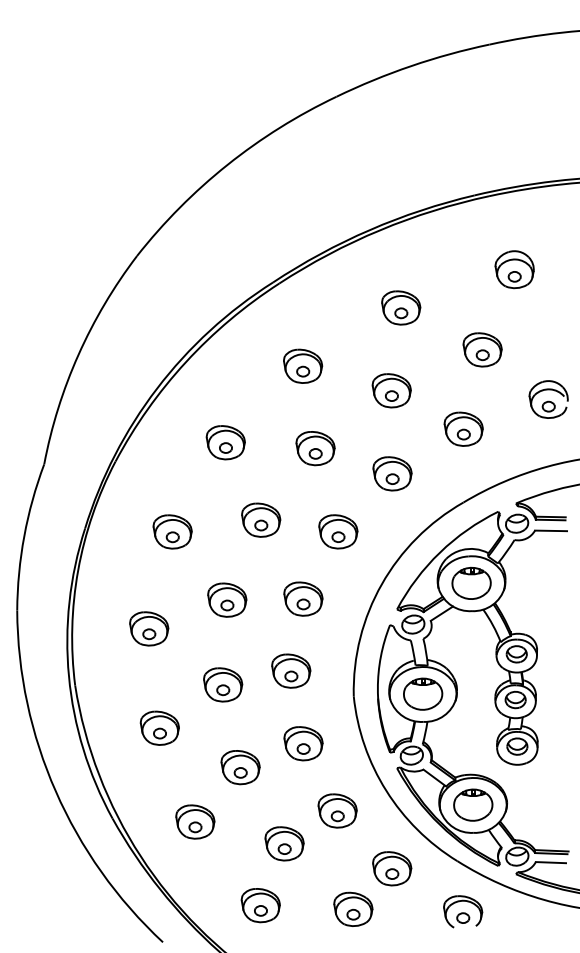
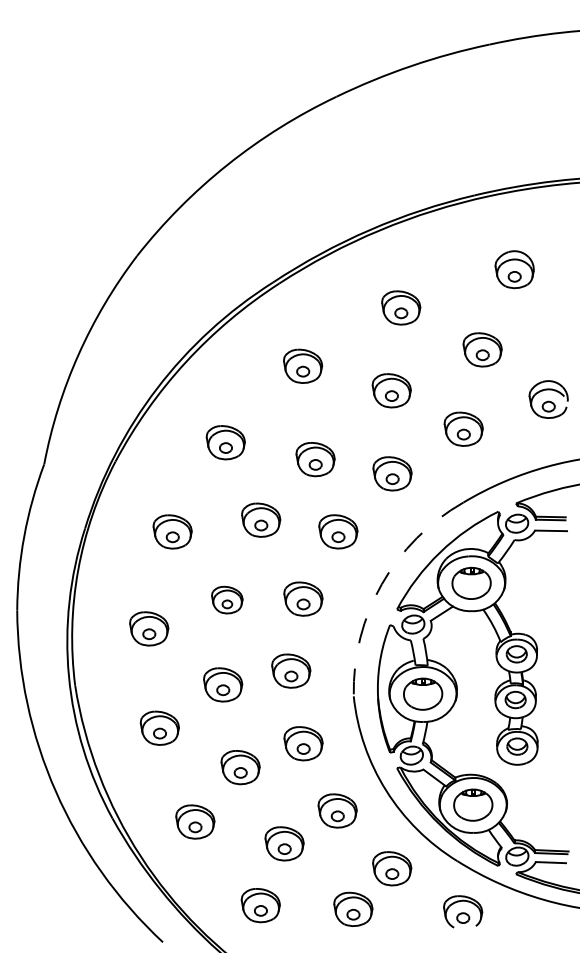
part at (315, 448) position: (315, 448) -> (315, 459)
arc at (381, 584): solid -> dashed
part at (227, 599) size: 41x36 px -> 33x30 px
